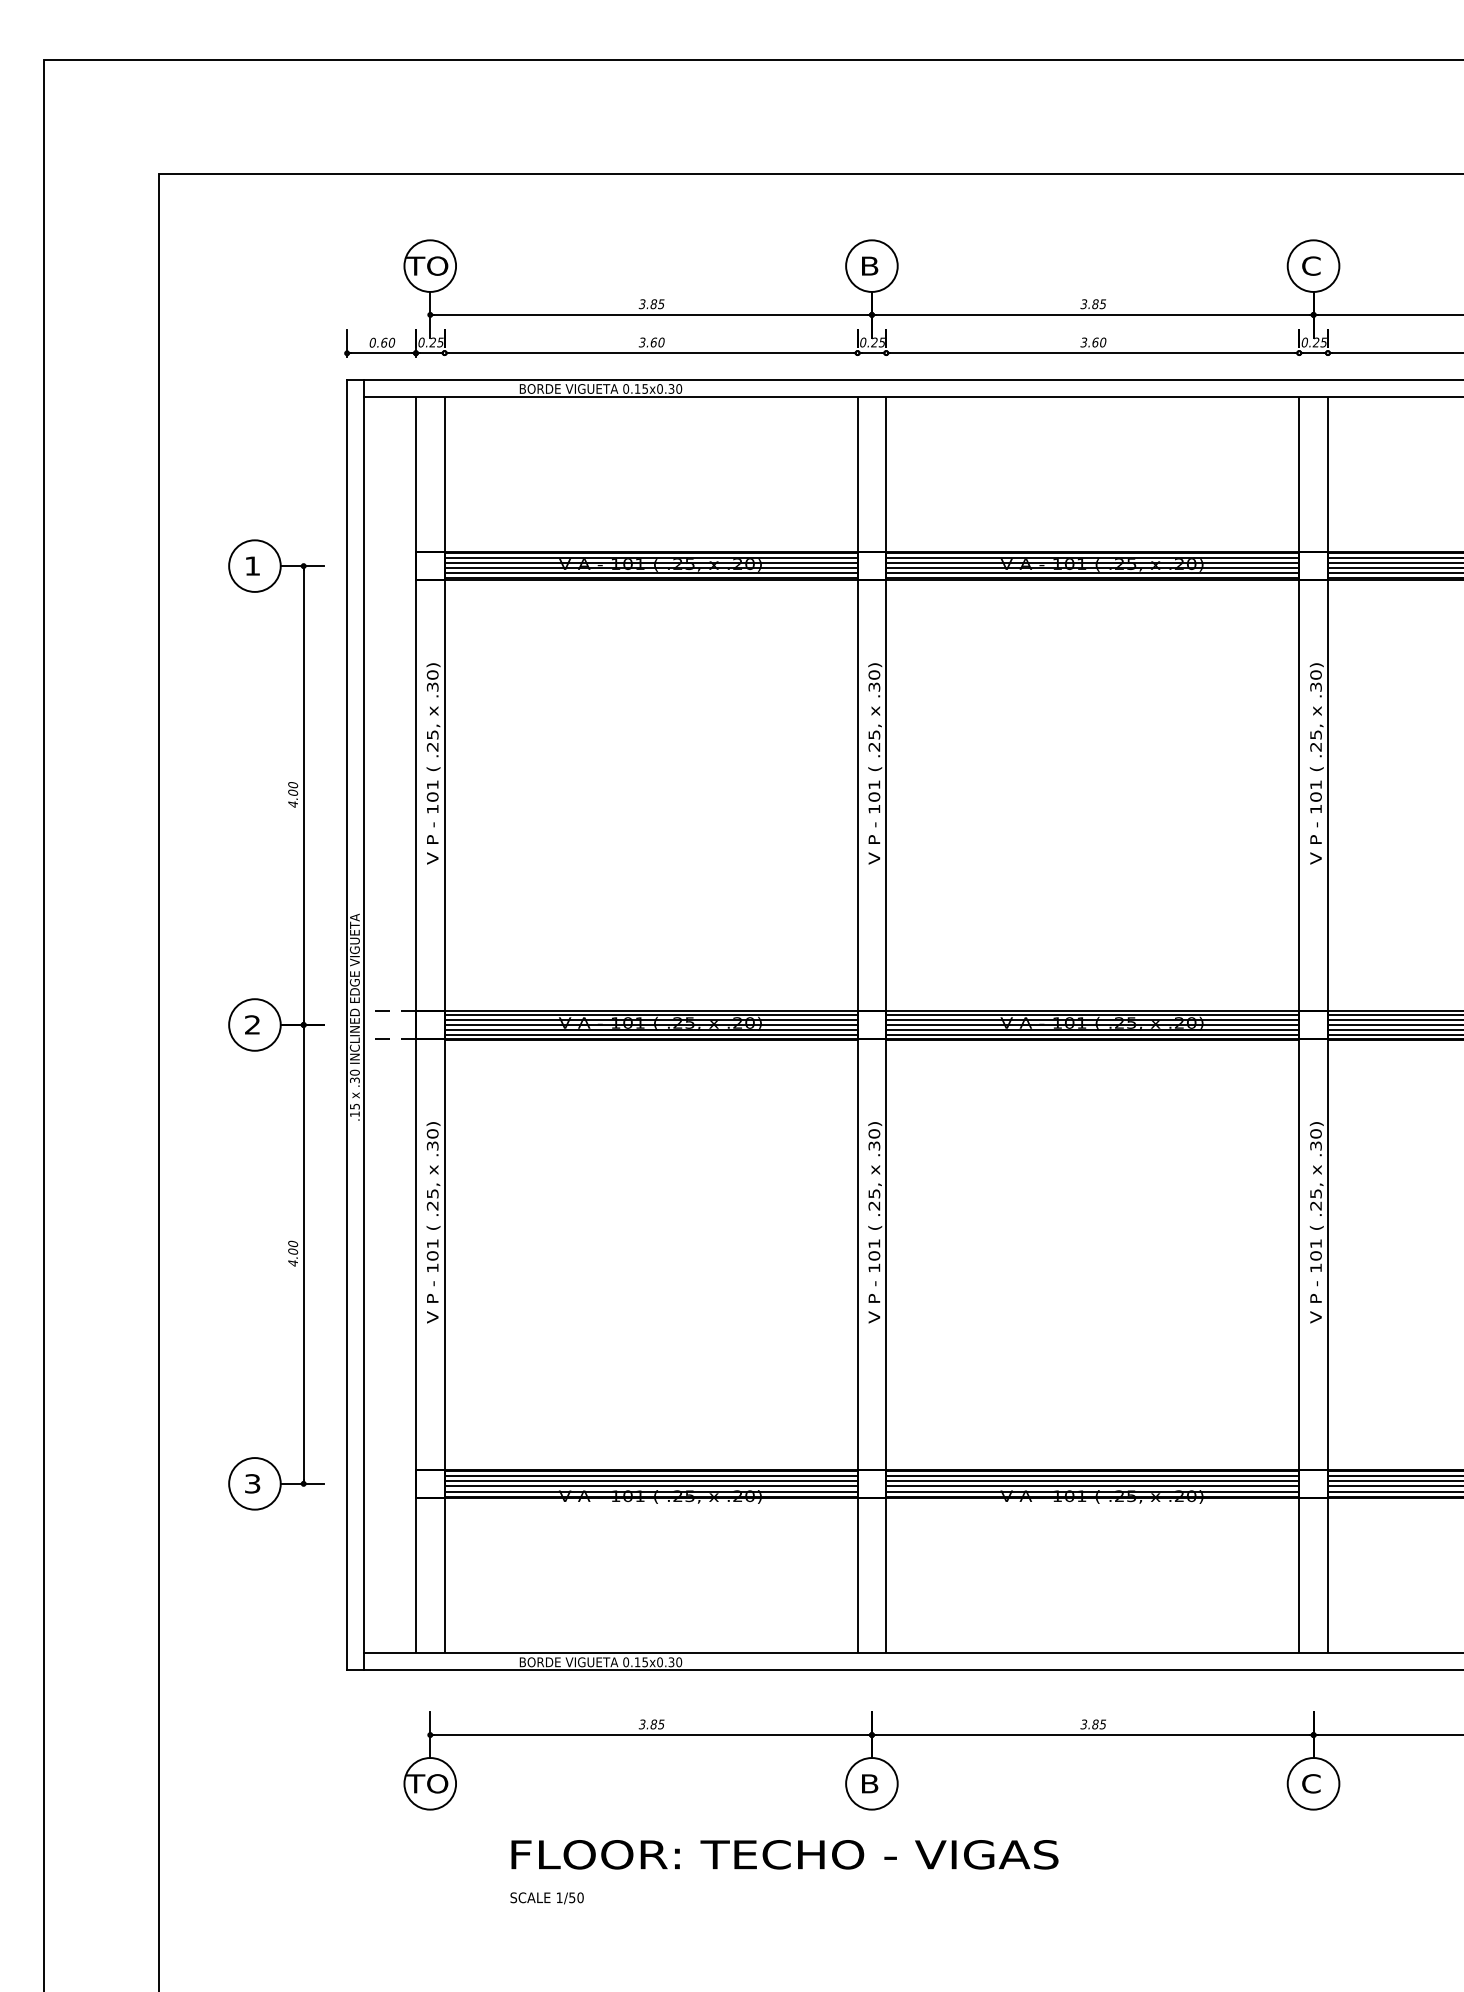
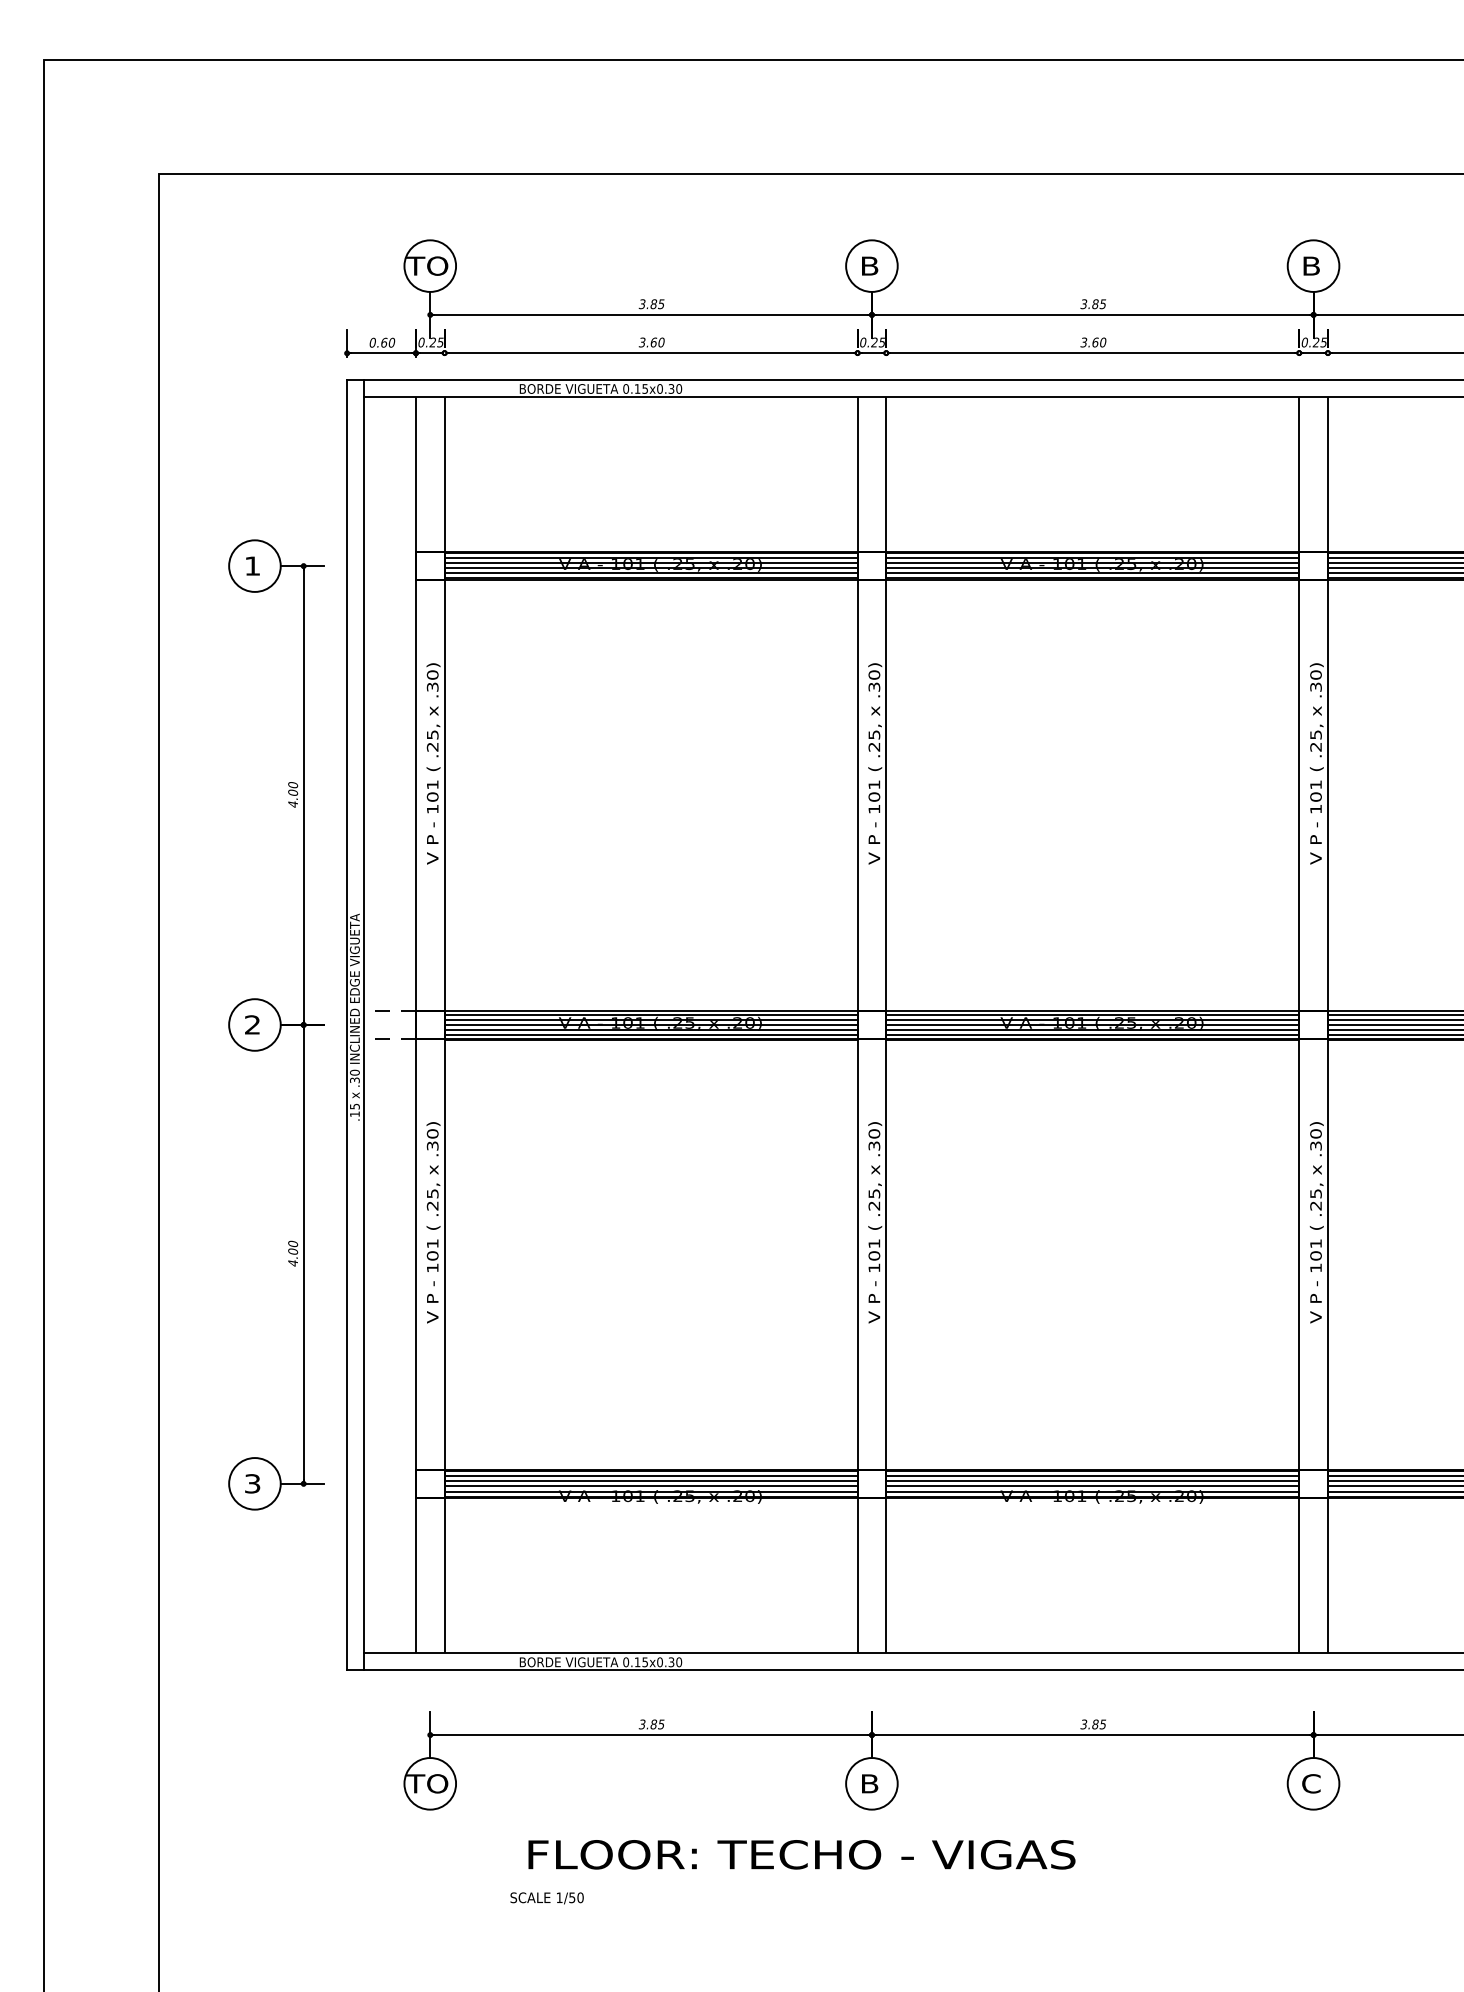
text at (1311, 265): C -> B
text at (784, 1854) position: (784, 1854) -> (801, 1854)
